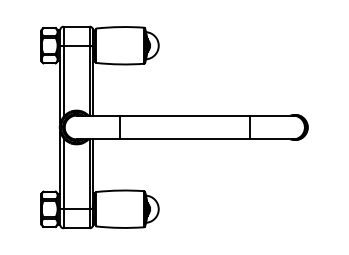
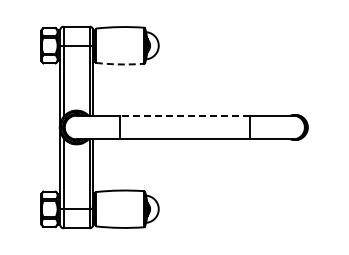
arc at (119, 64): solid -> dashed
line at (184, 115): solid -> dashed
